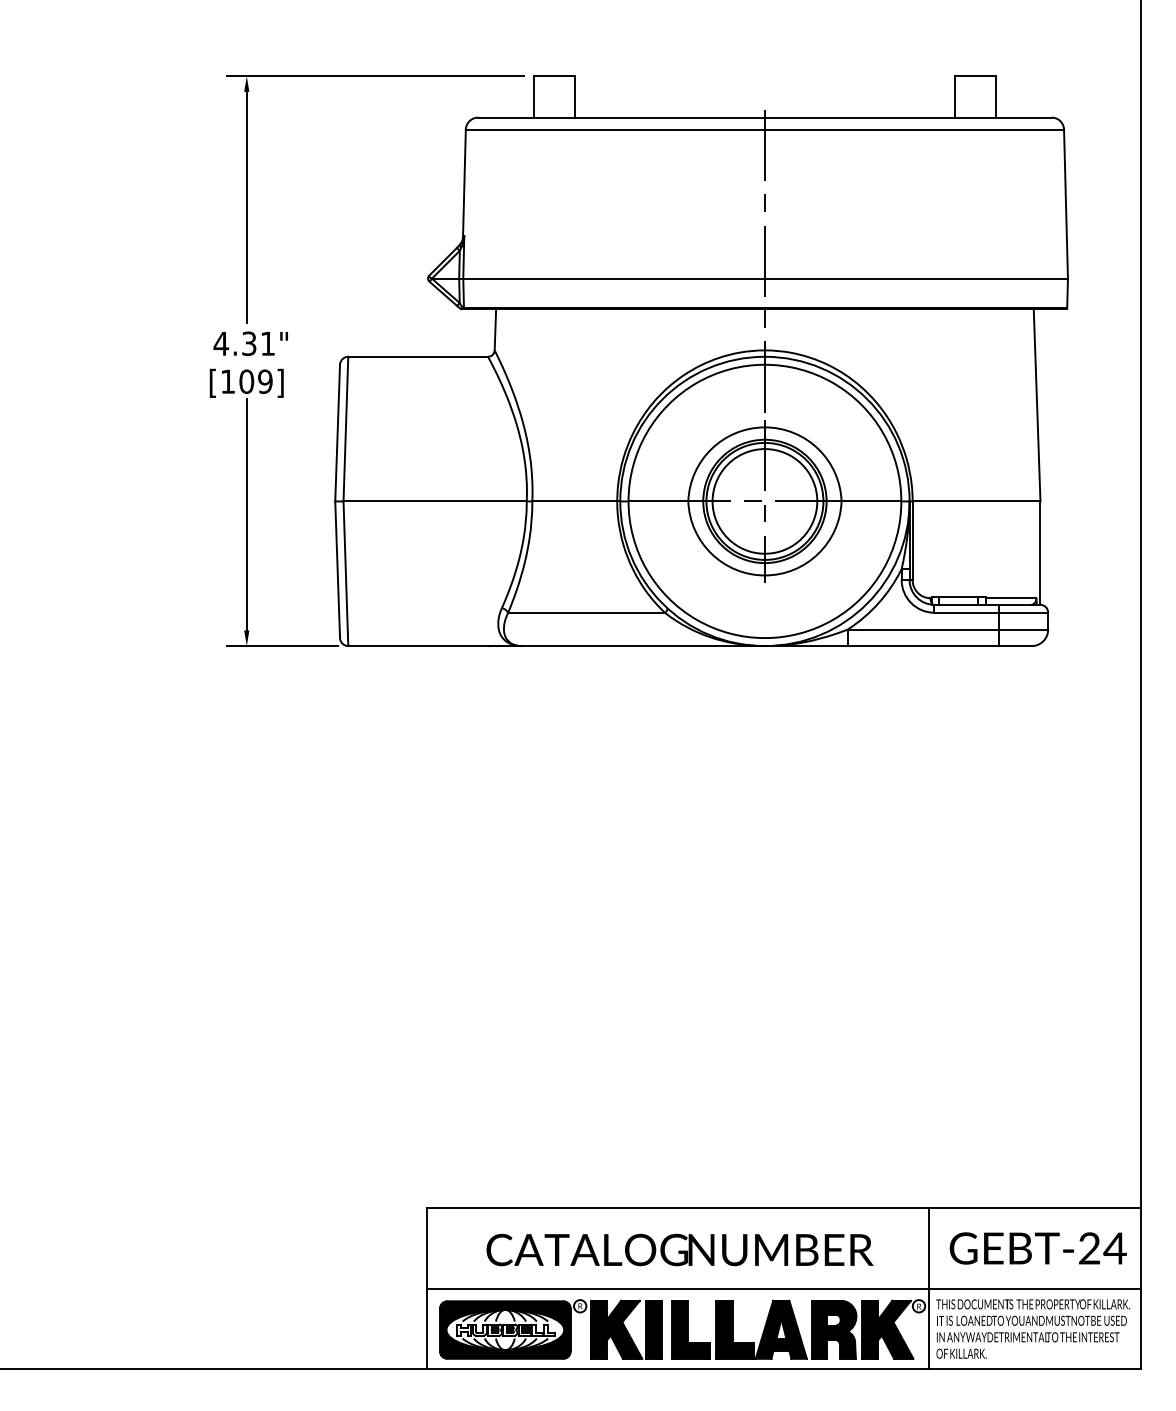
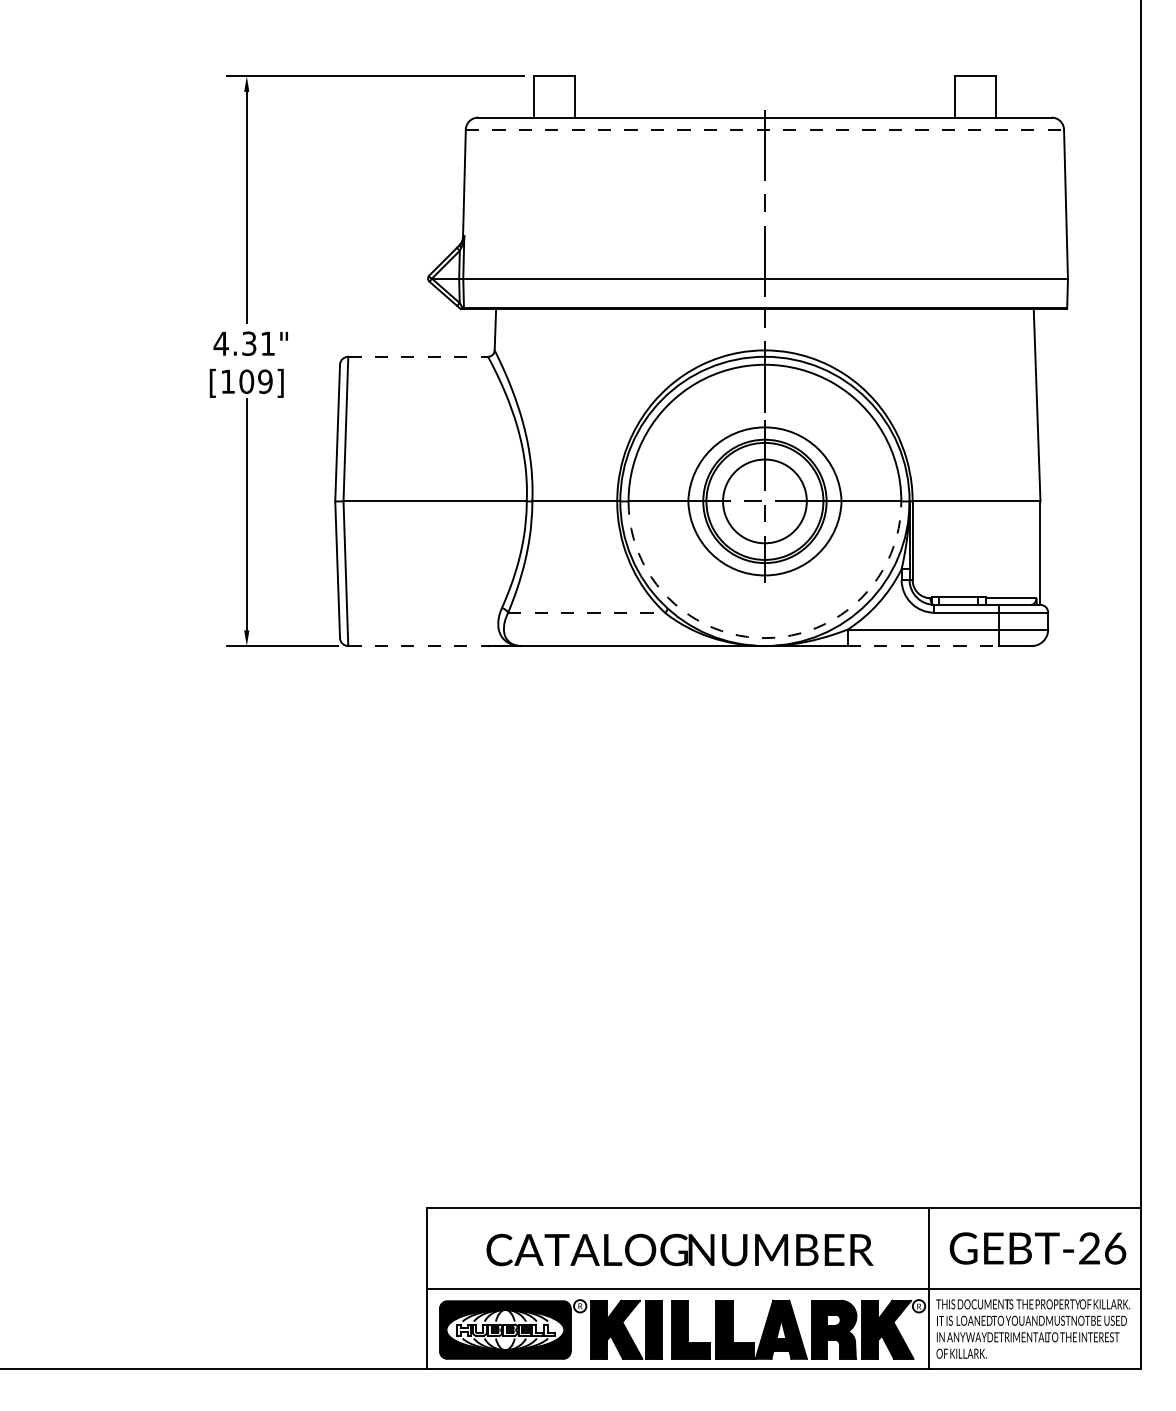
line at (765, 129): solid -> dashed
line at (418, 356): solid -> dashed
circle at (764, 501) diameter: 105 px -> 84 px
line at (586, 613): solid -> dashed
arc at (764, 638): solid -> dashed
line at (418, 646): solid -> dashed
line at (923, 646): solid -> dashed
text at (1114, 1248): GEBT-24 -> GEBT-26
